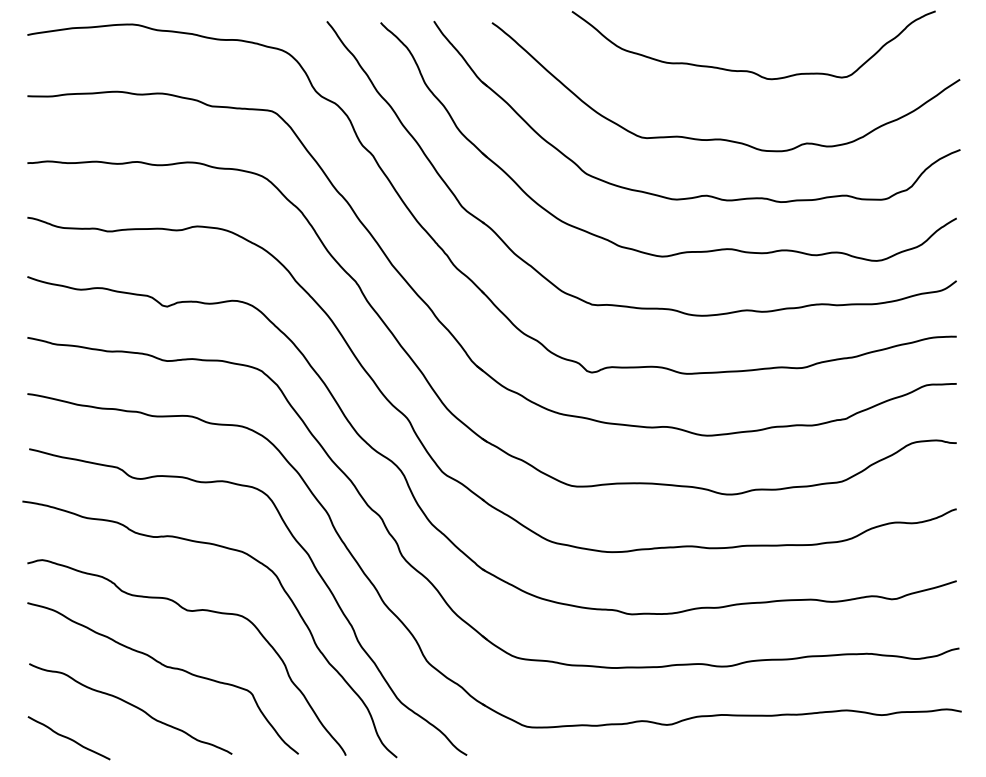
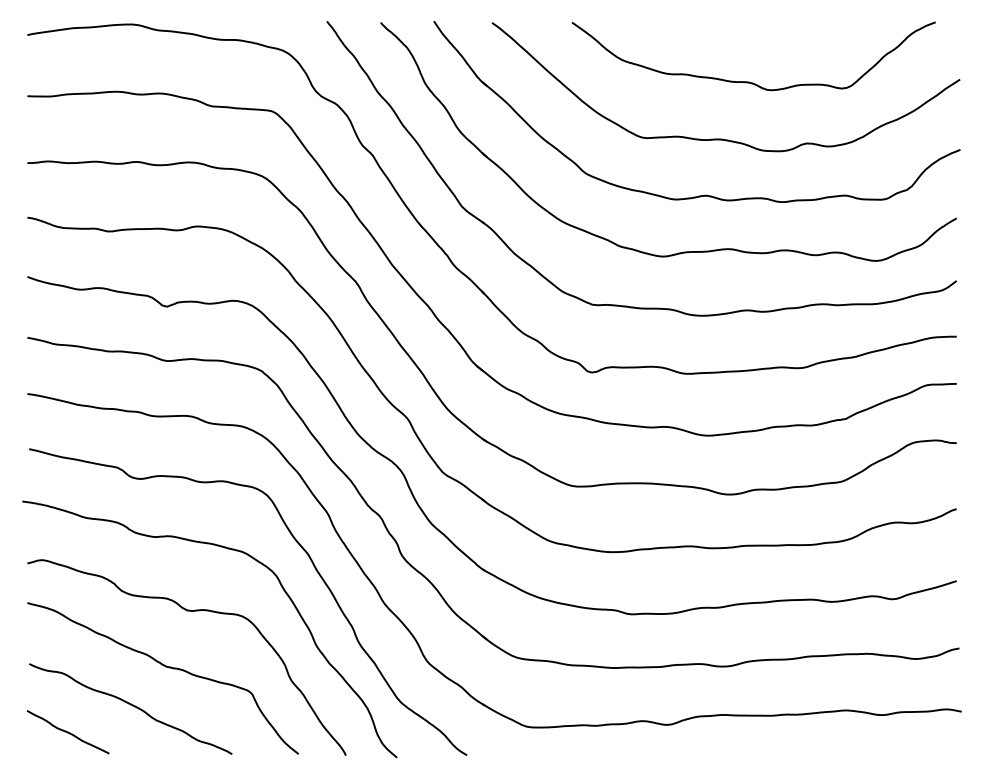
curve at (749, 70) position: (749, 70) -> (749, 81)
curve at (68, 738) position: (68, 738) -> (67, 732)
